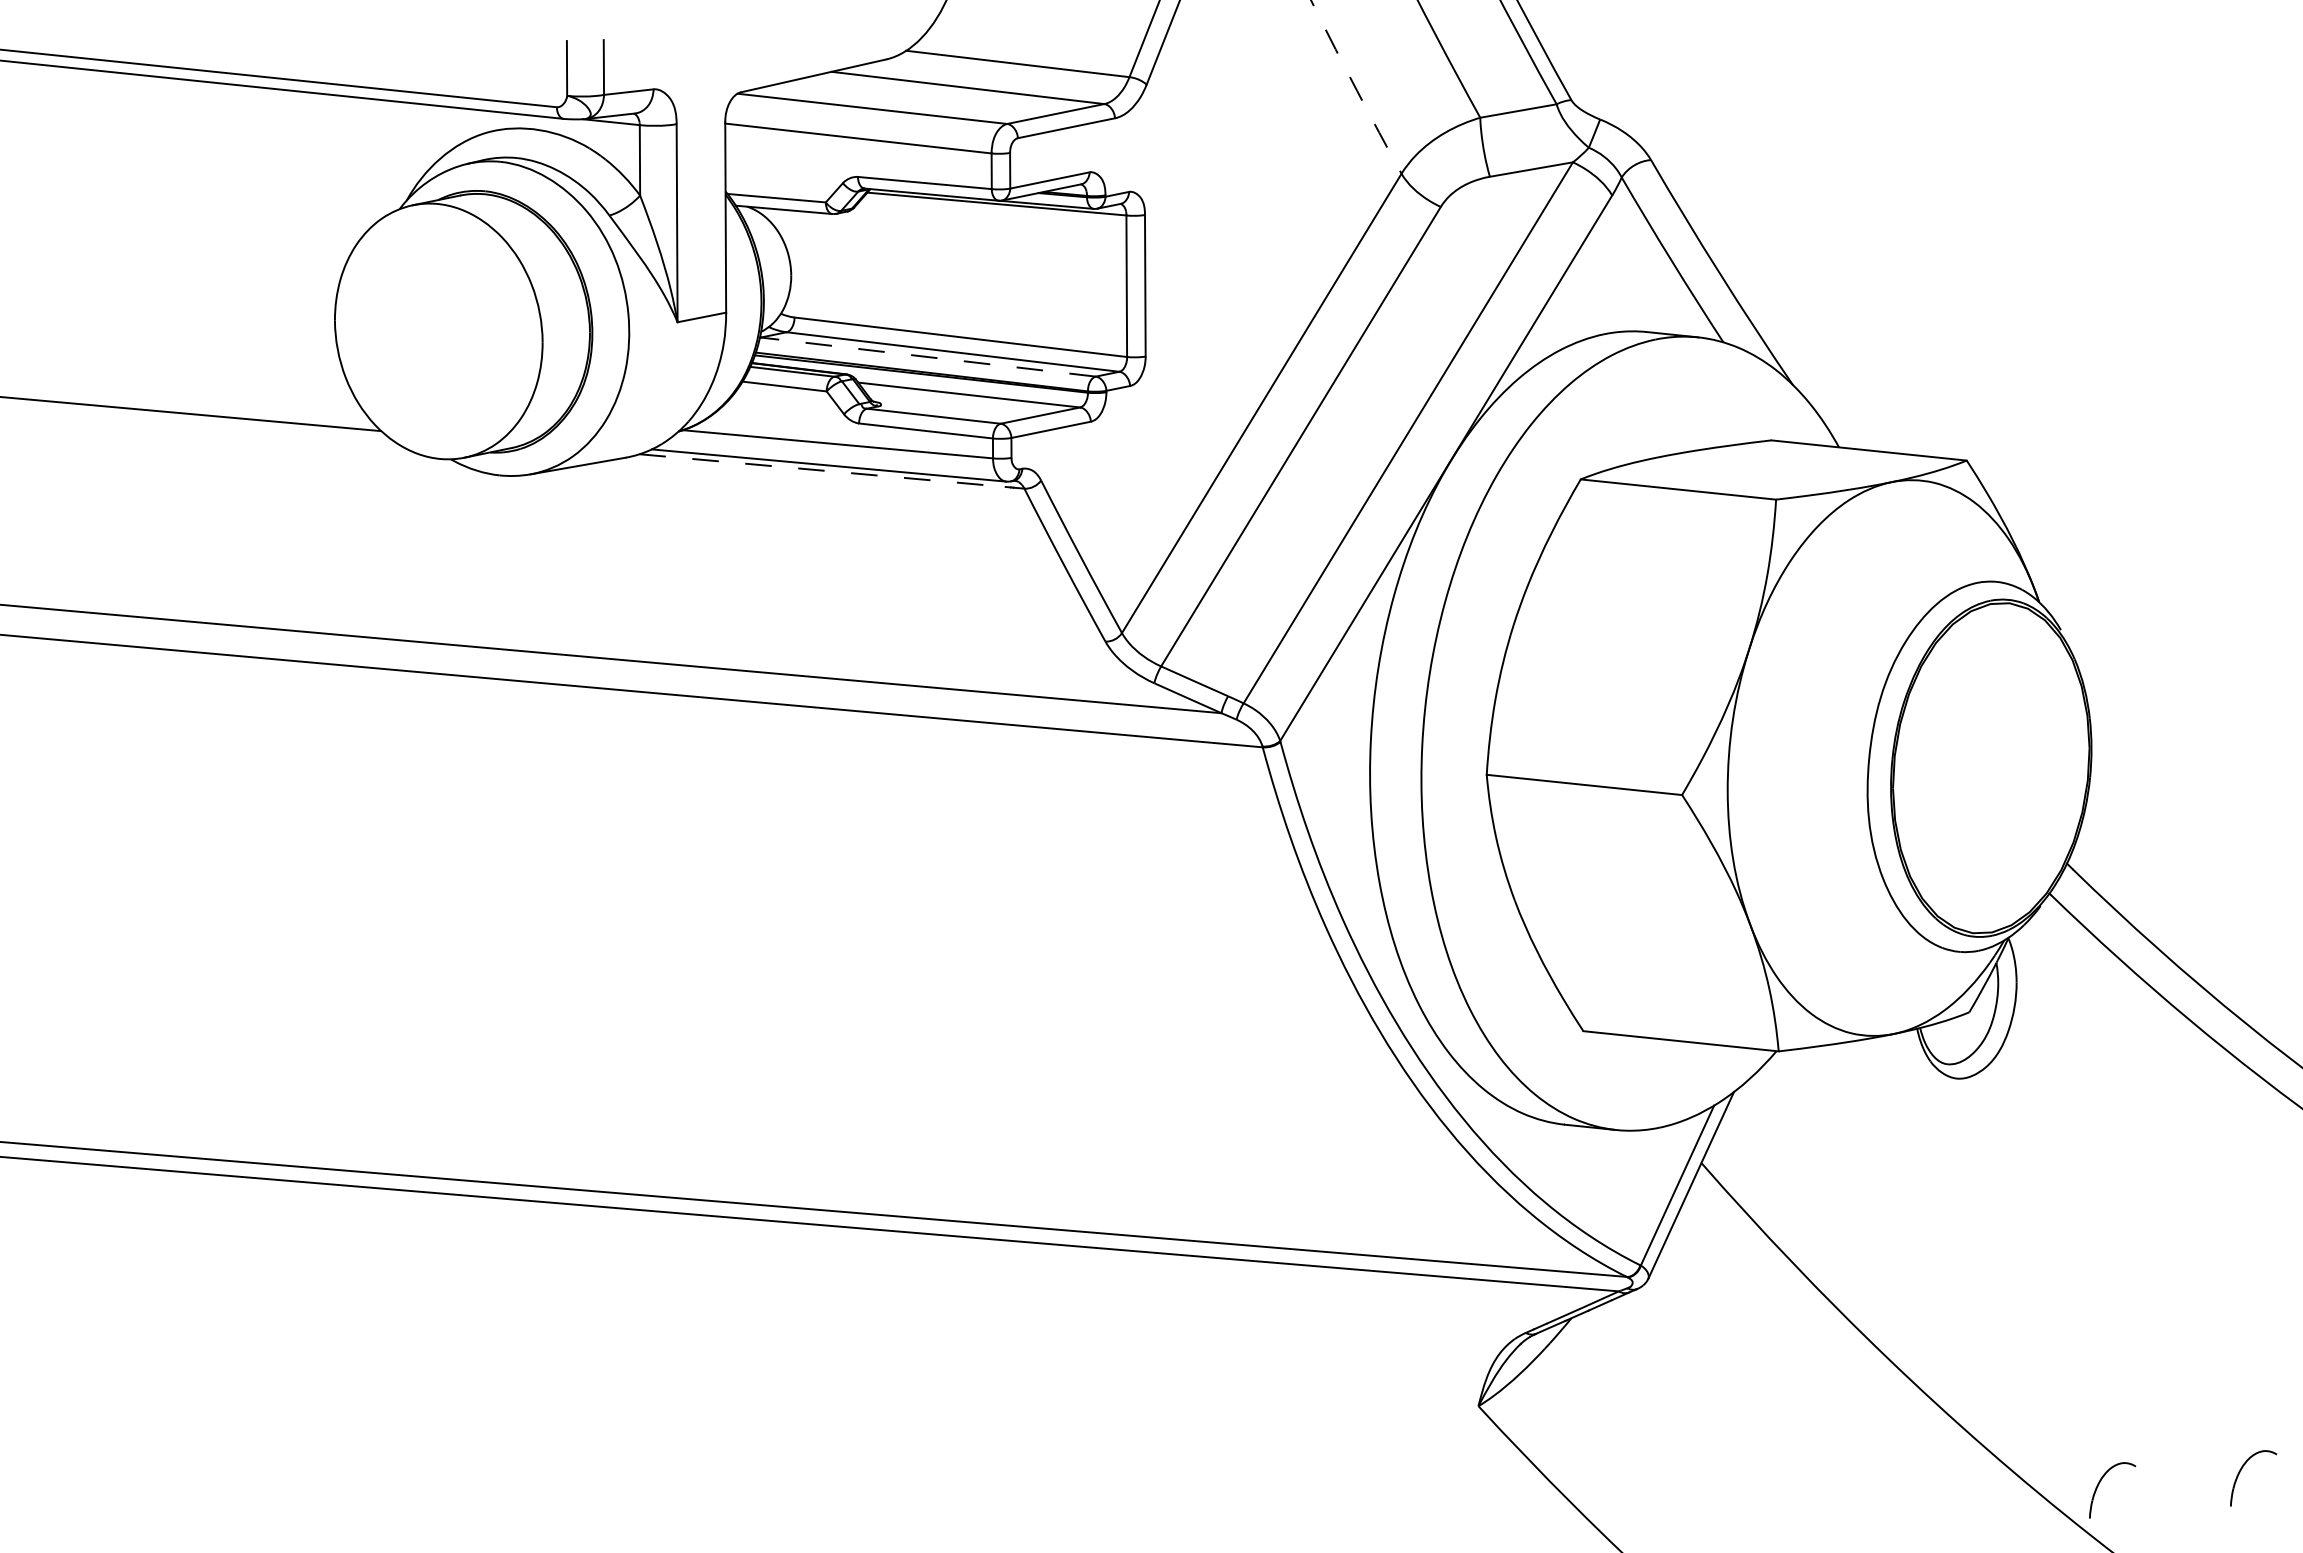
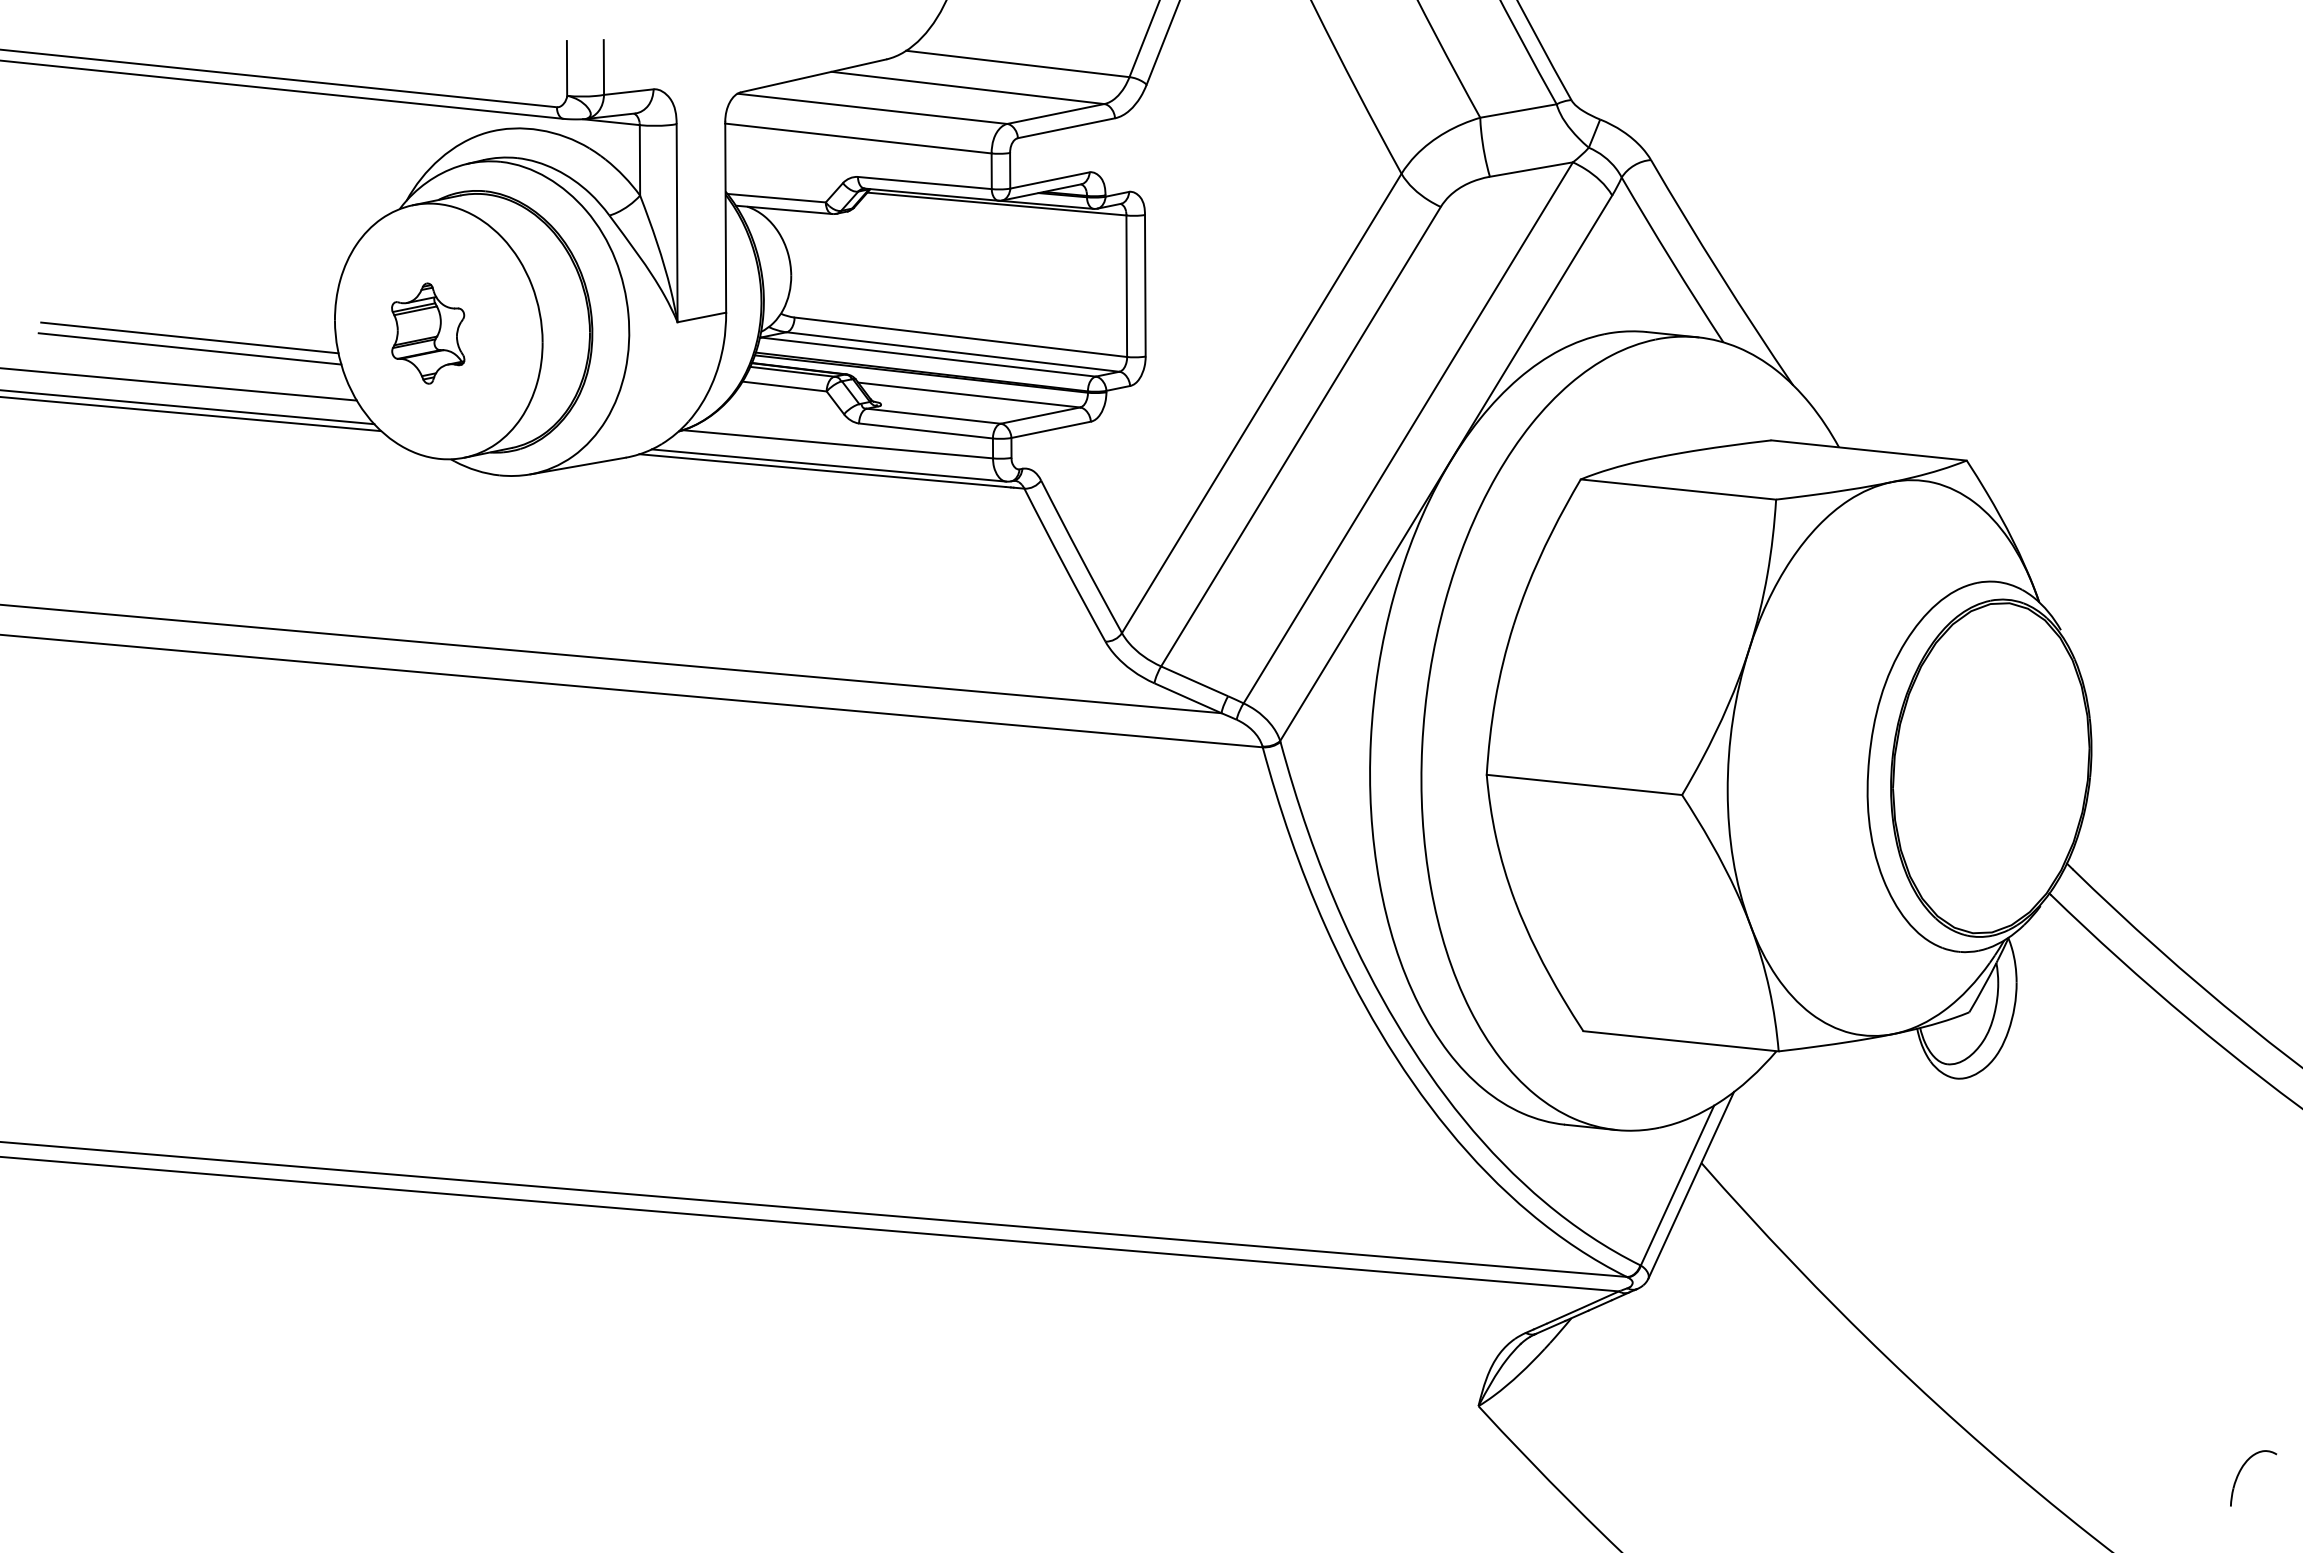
arc at (1355, 87): dashed -> solid
part at (428, 333): none -> present
line at (189, 337): none -> present
line at (189, 348): none -> present
line at (928, 357): dashed -> solid
line at (179, 384): none -> present
line at (188, 407): none -> present
line at (822, 470): dashed -> solid
part at (2099, 1484): present -> none
